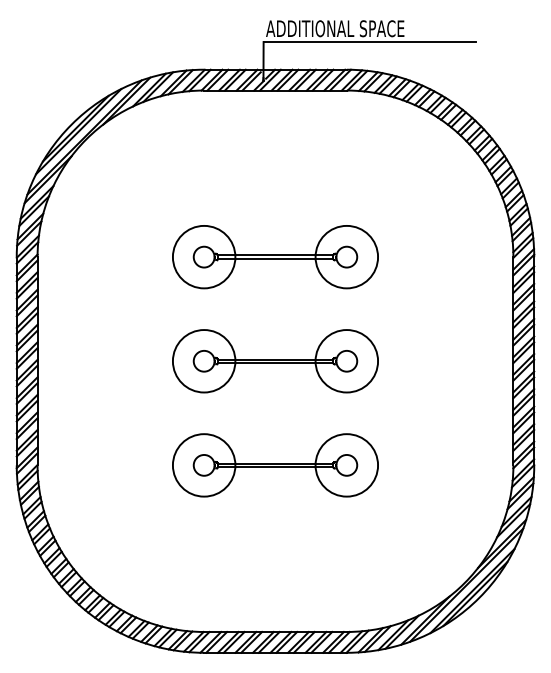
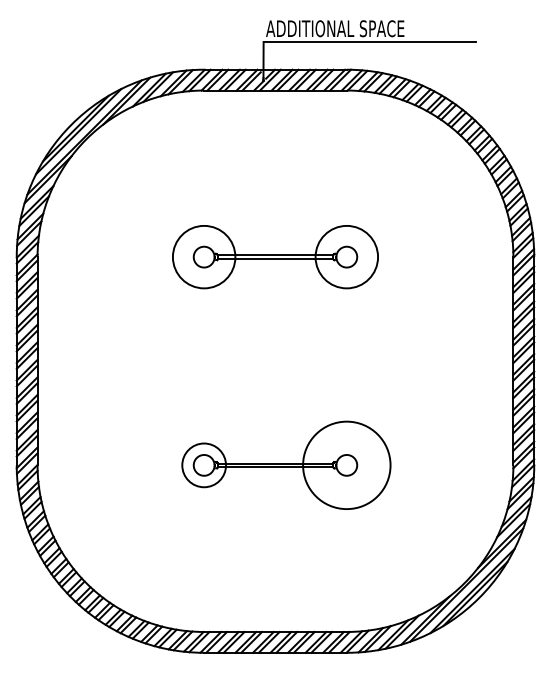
part at (275, 361): present -> none
circle at (203, 465) diameter: 62 px -> 44 px
circle at (346, 465) diameter: 62 px -> 87 px
